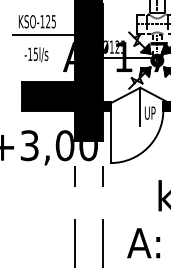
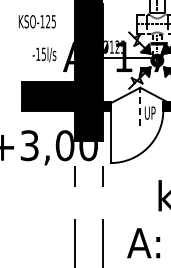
line at (43, 34): present -> none
text at (36, 54) position: (36, 54) -> (44, 54)
line at (140, 106): solid -> dashed
